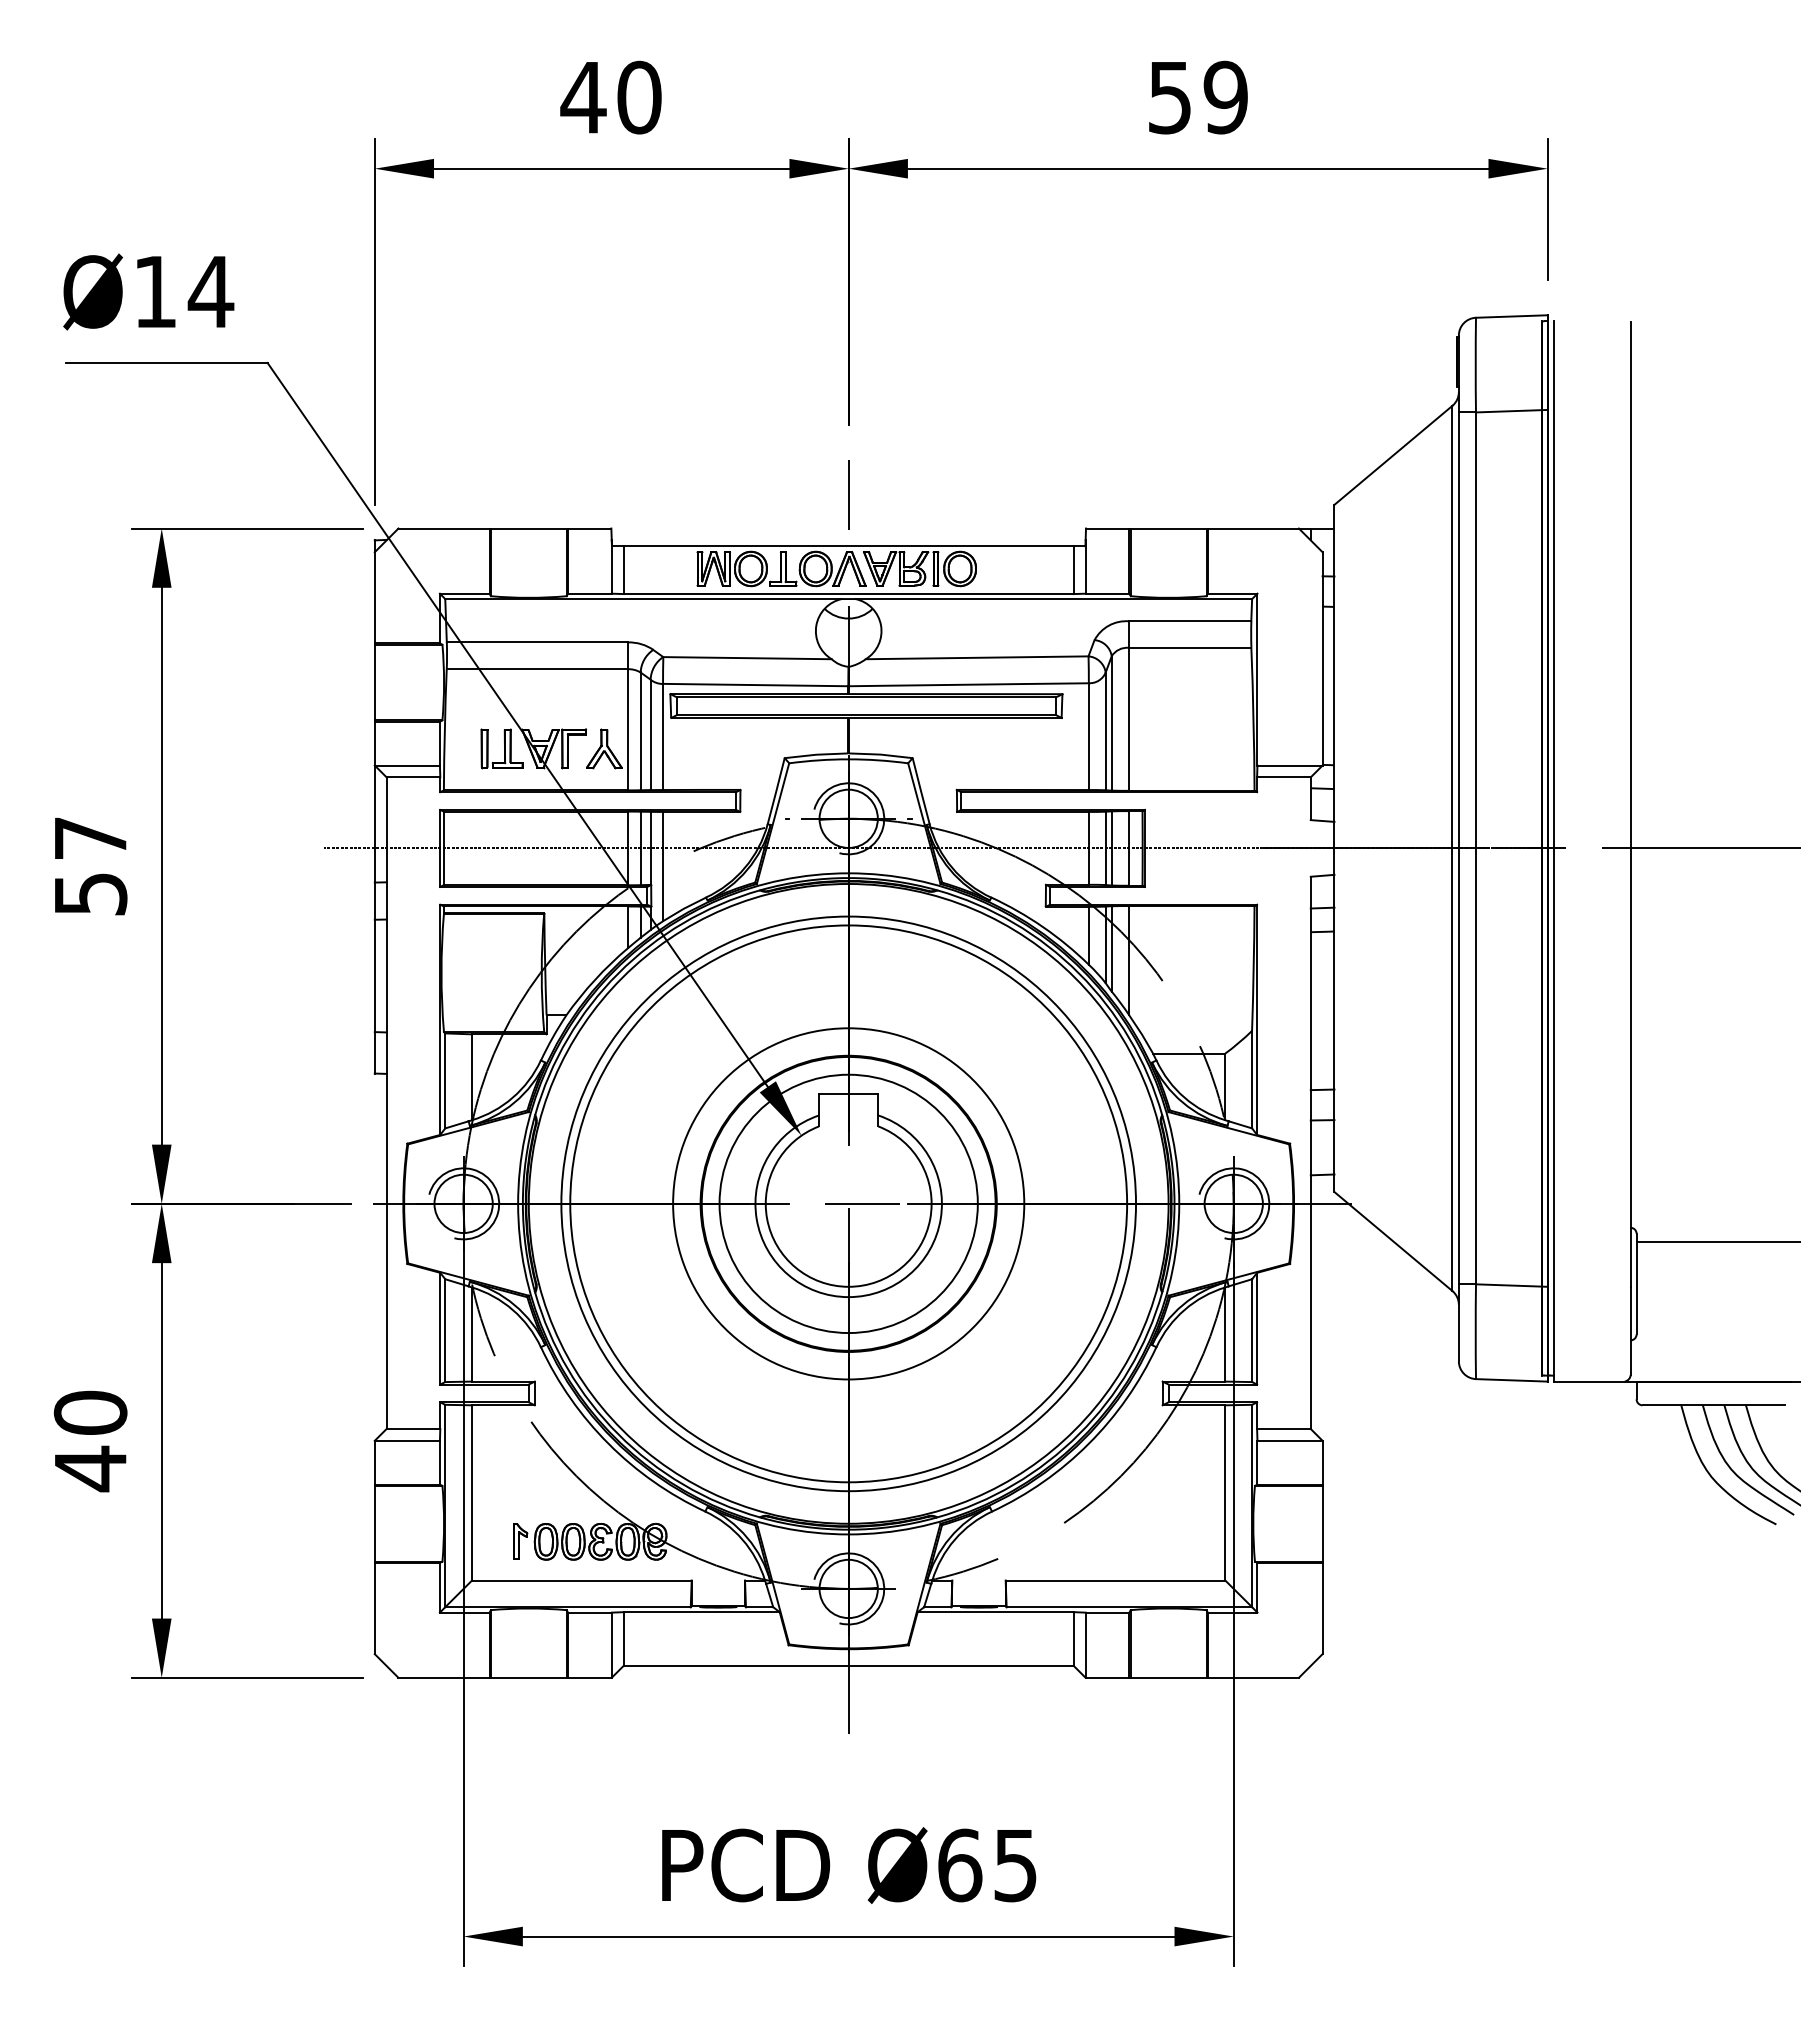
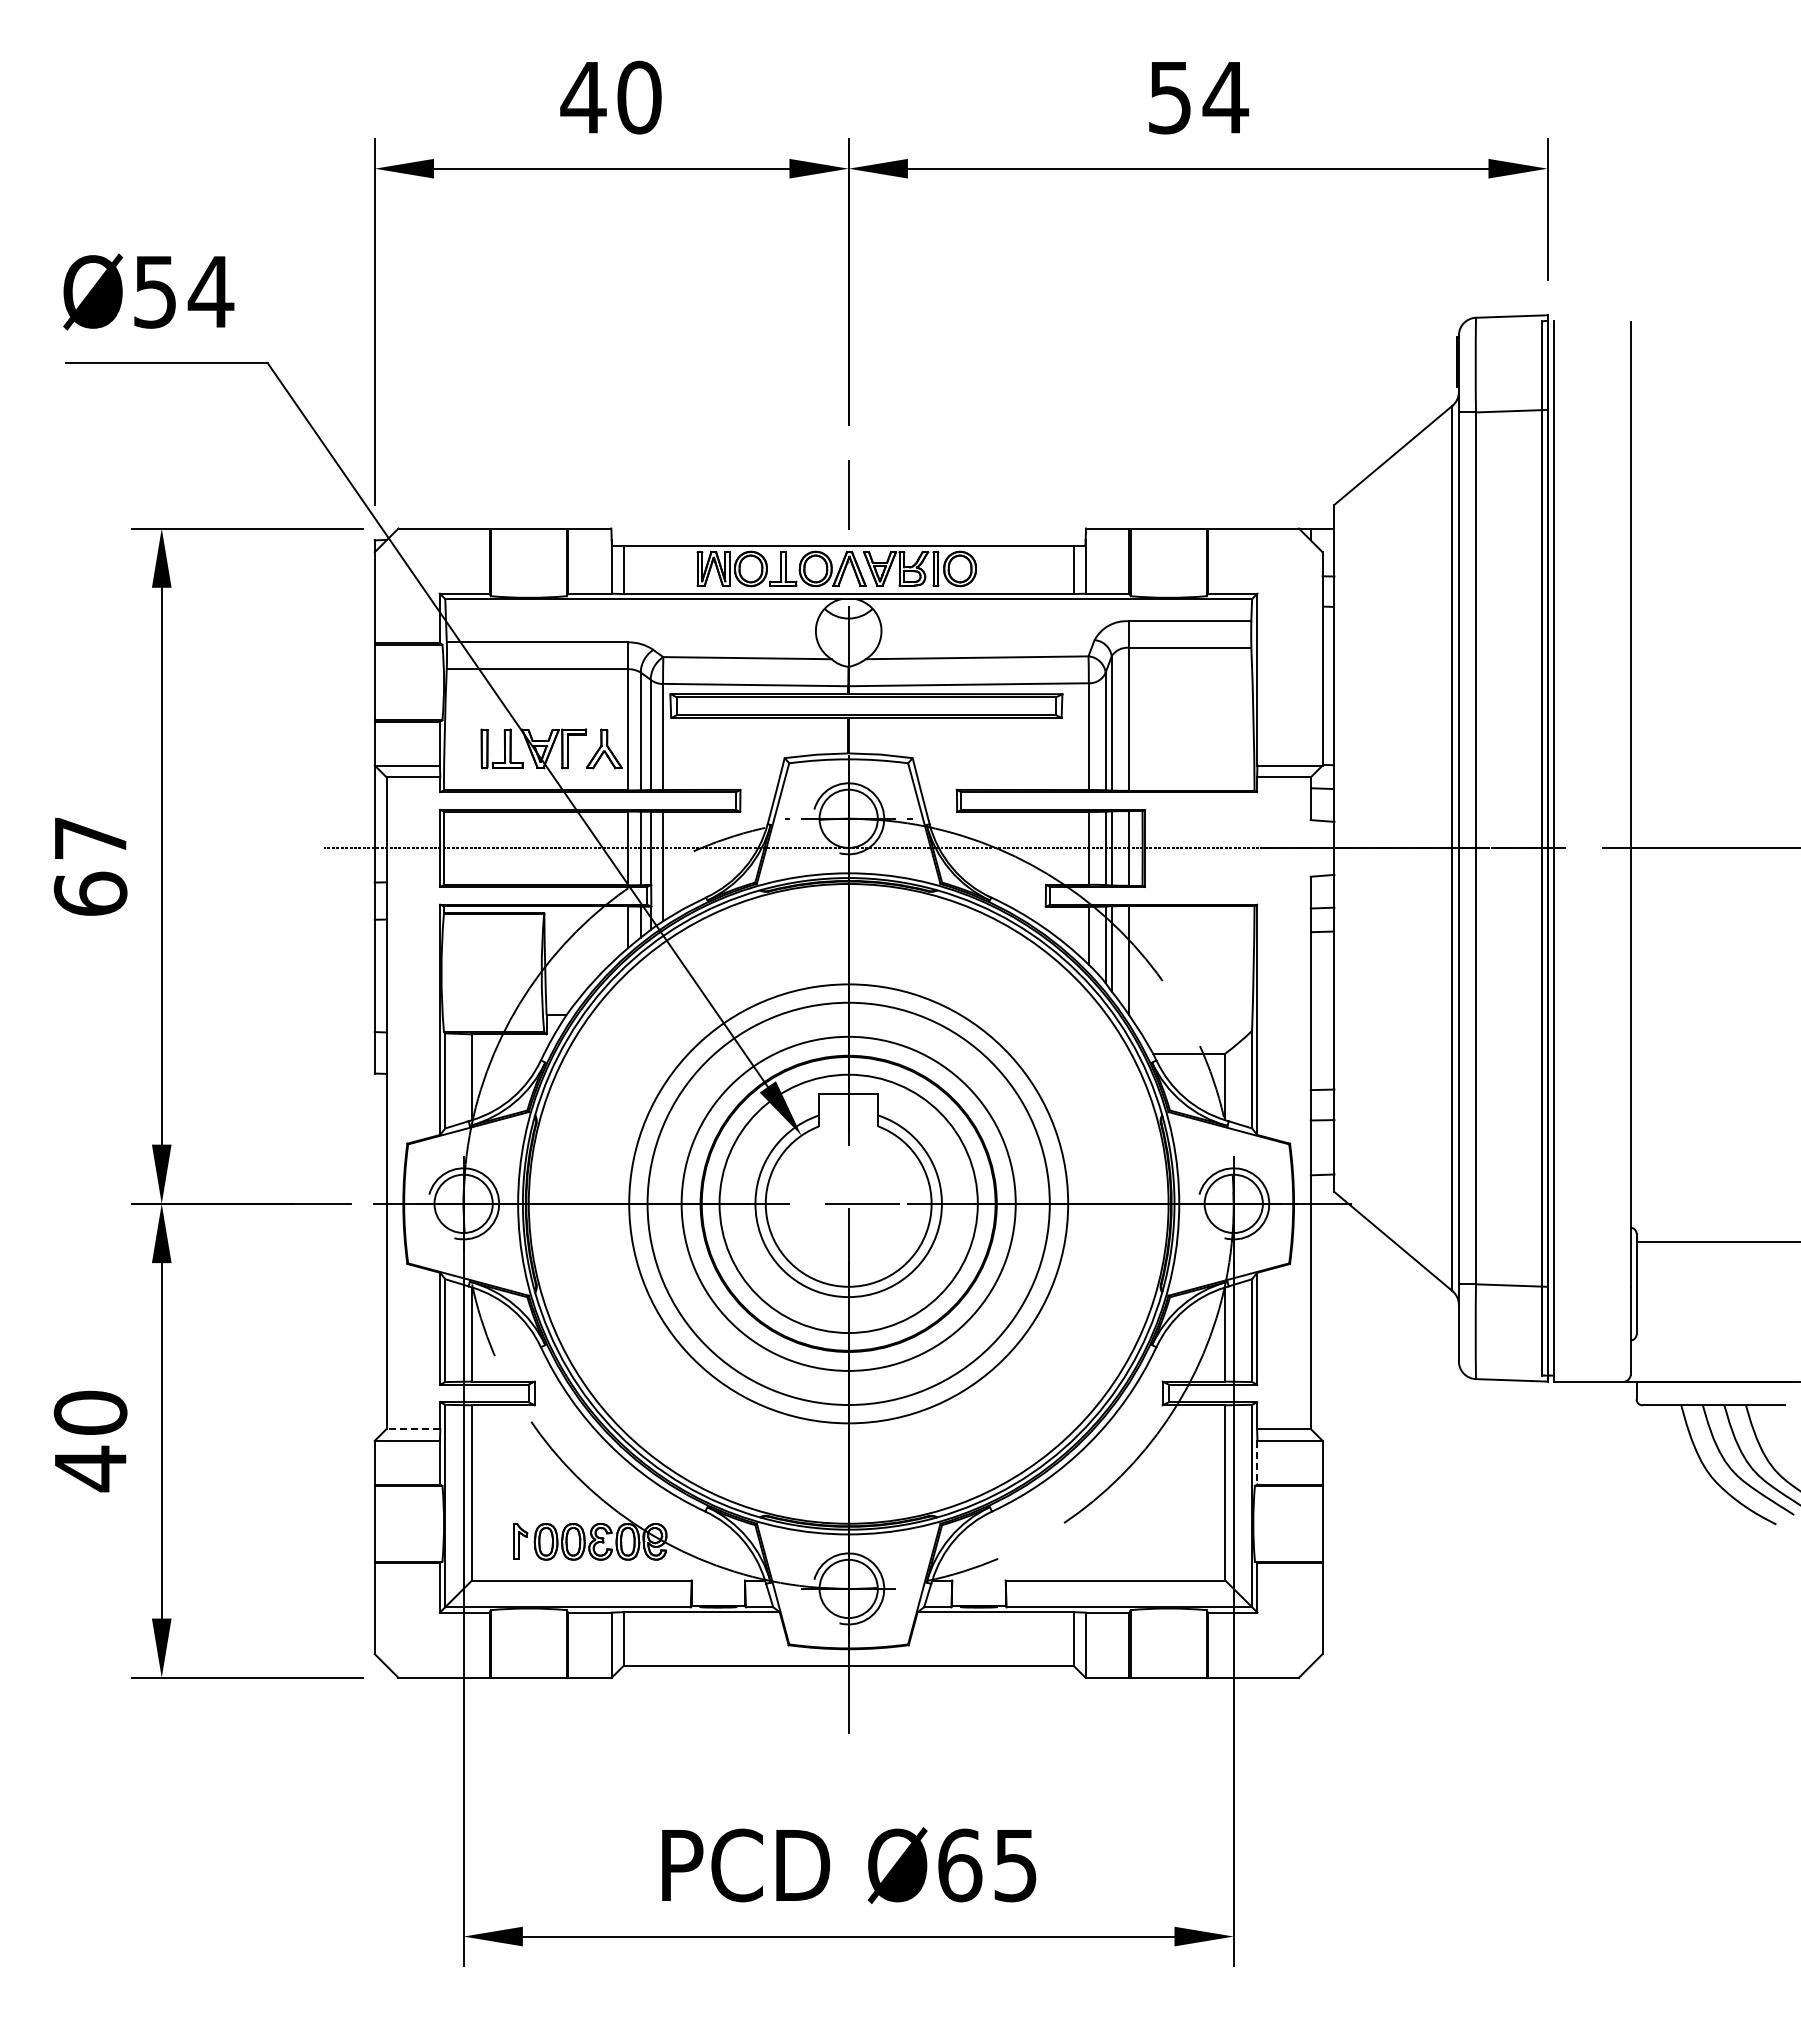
text at (1225, 97): 59 -> 54
text at (154, 292): Ø14 -> Ø54
text at (90, 893): 57 -> 67
circle at (848, 1203) diameter: 351 px -> 439 px
circle at (848, 1203) diameter: 557 px -> 334 px
circle at (848, 1203) diameter: 575 px -> 402 px
line at (413, 1429): solid -> dashed
line at (1257, 1462): solid -> dashed
